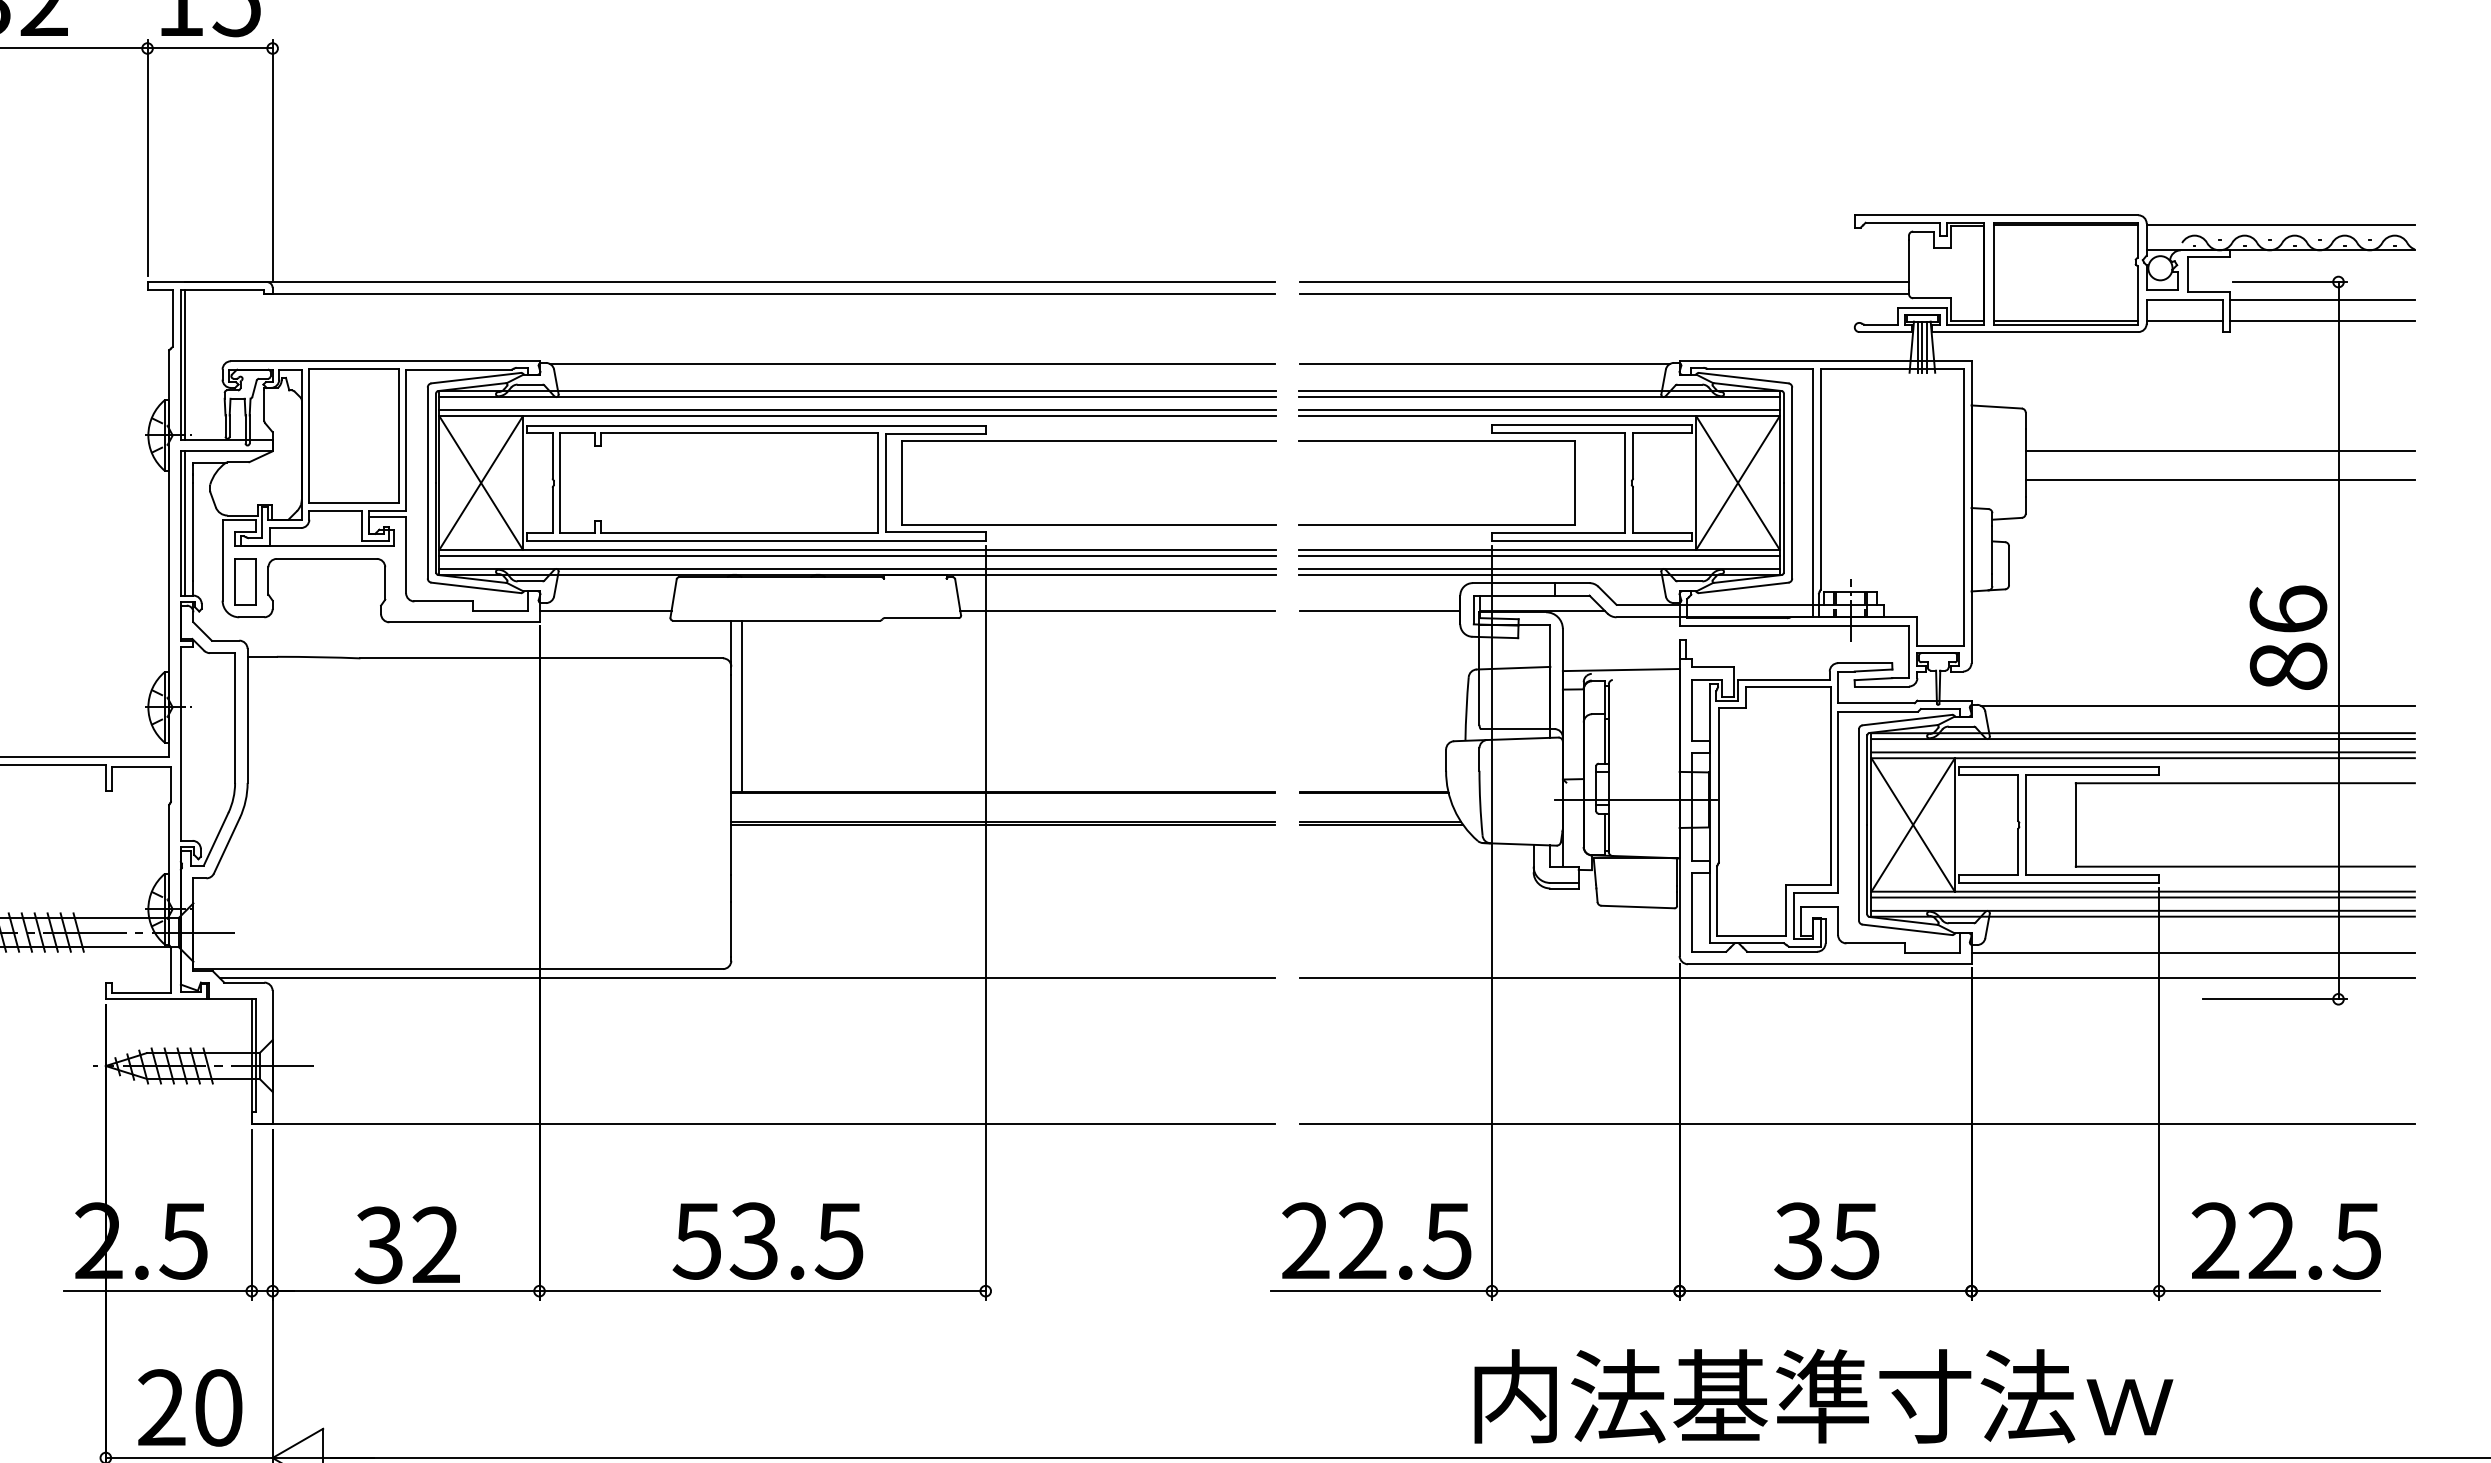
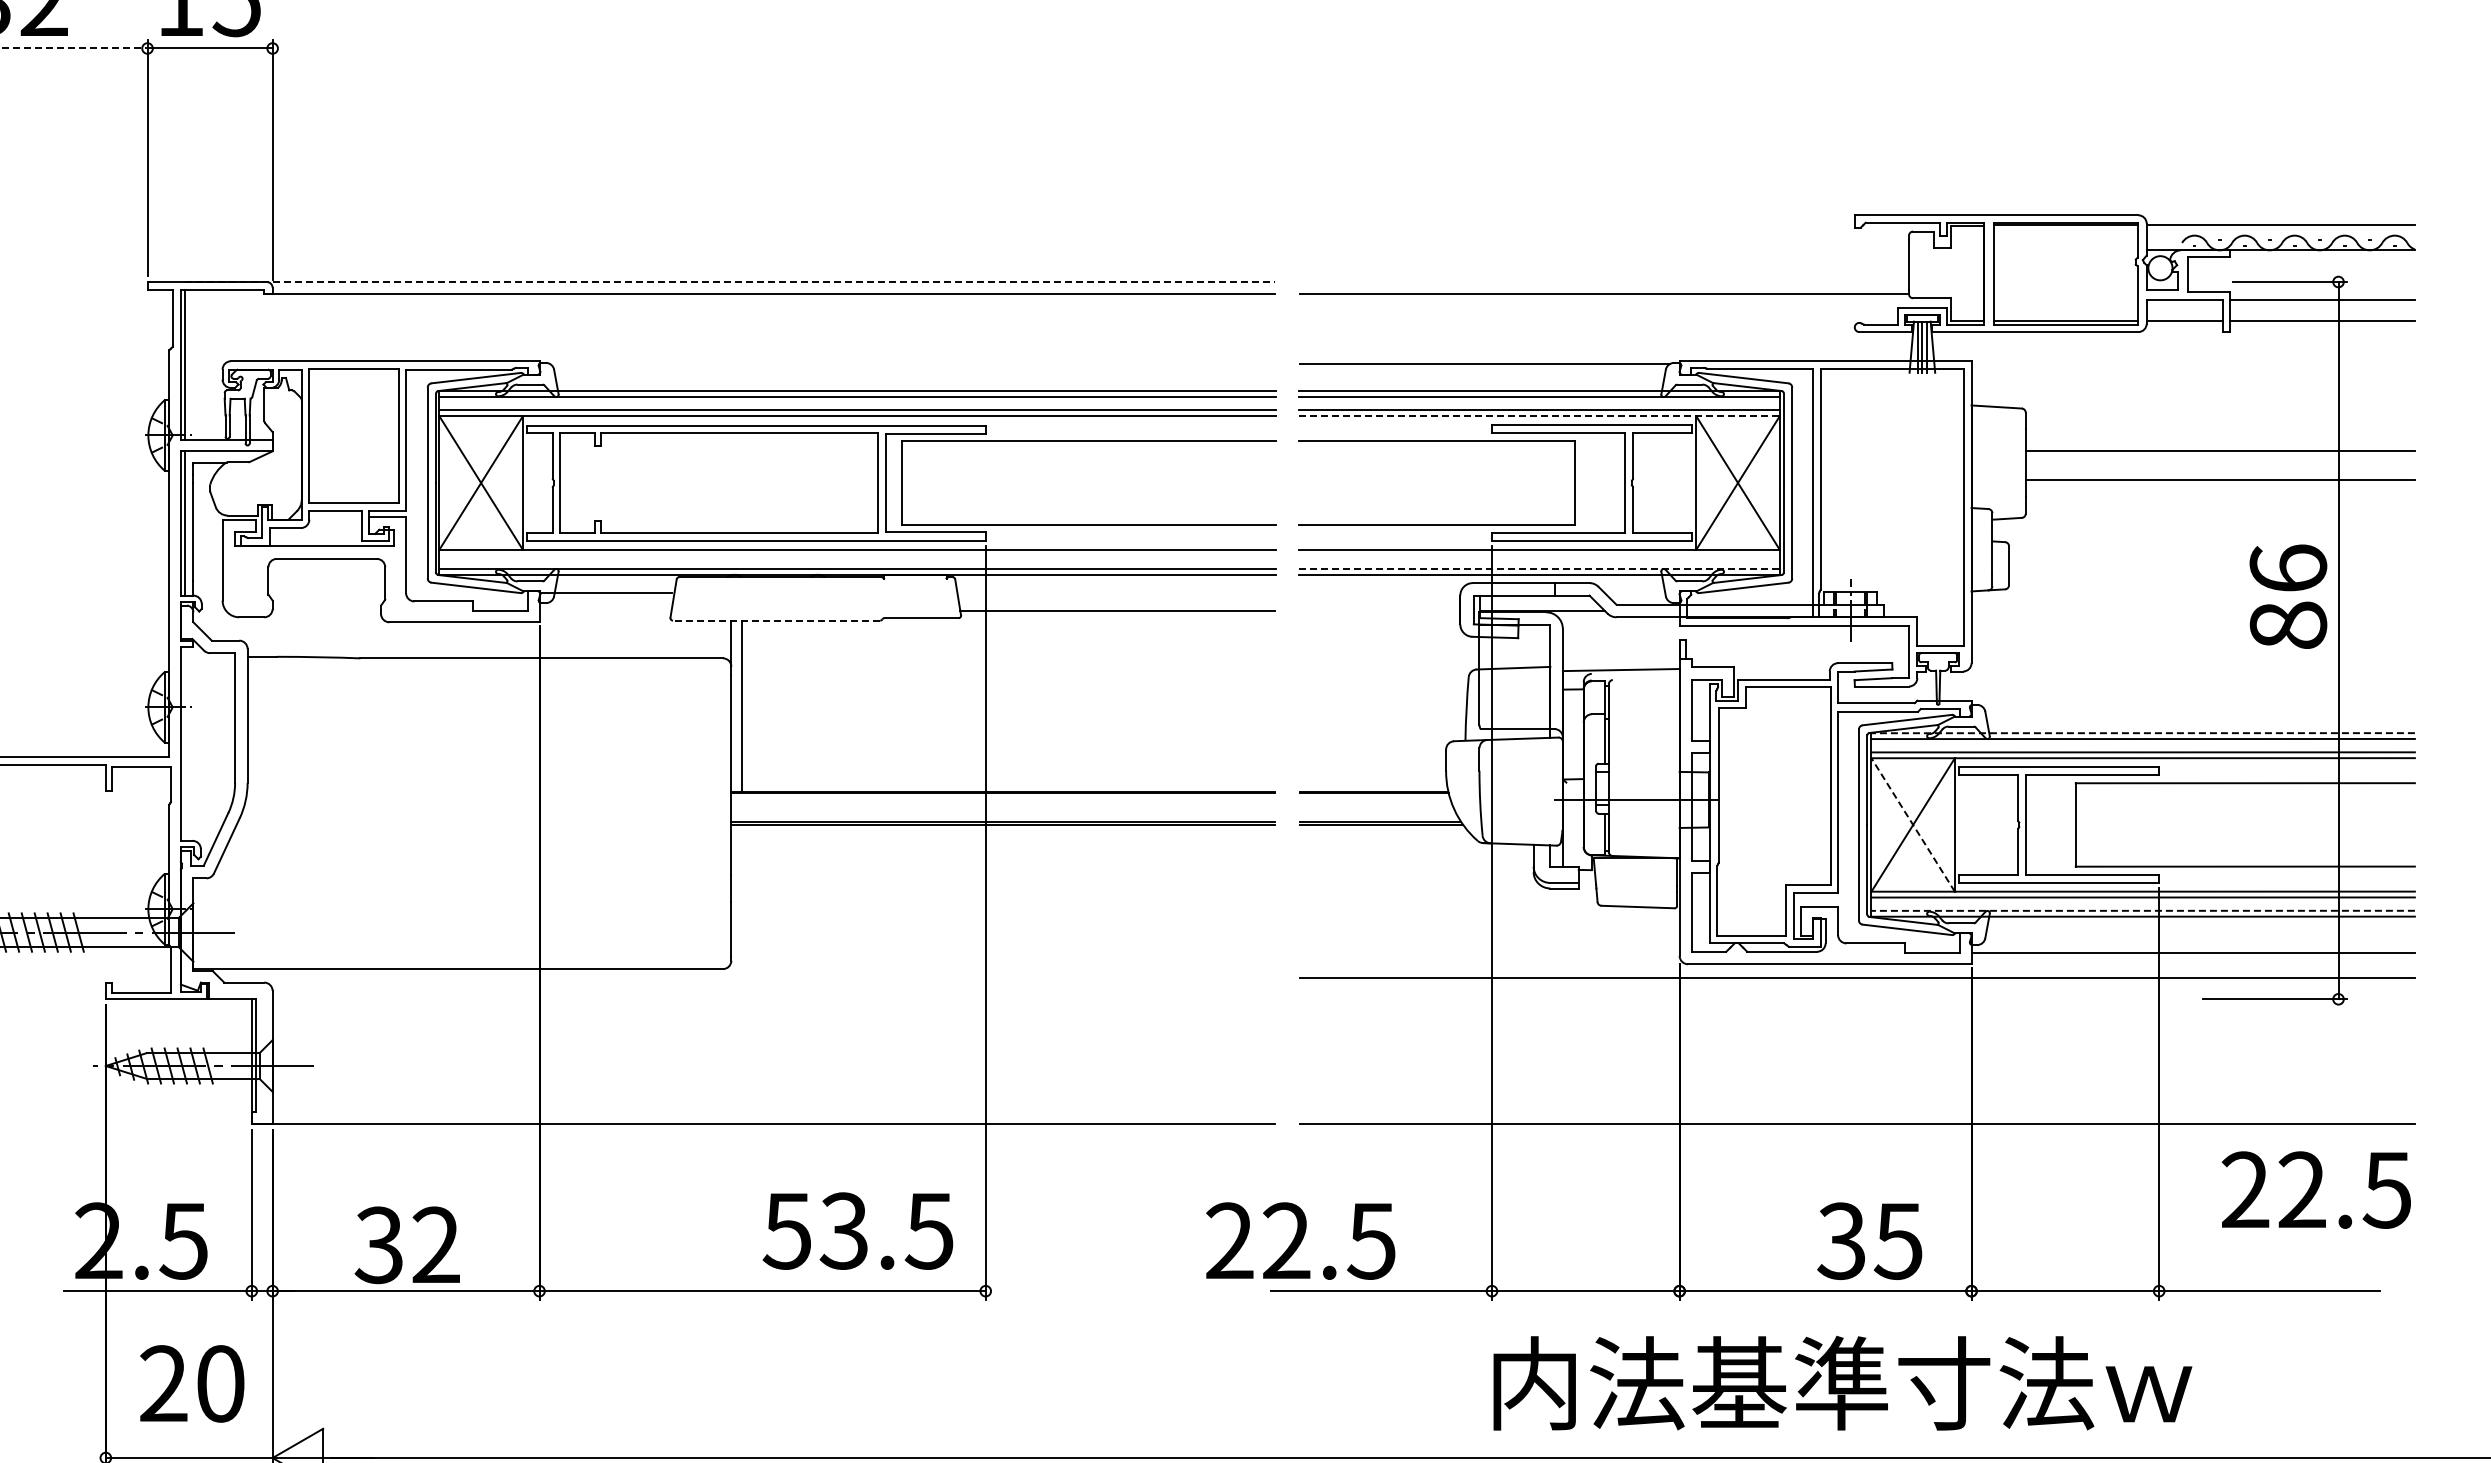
line at (74, 48): solid -> dashed
line at (730, 282): solid -> dashed
line at (1604, 282): present -> none
line at (912, 363): present -> none
line at (1539, 416): solid -> dashed
line at (857, 555): present -> none
line at (1538, 555): present -> none
line at (1539, 568): solid -> dashed
part at (245, 581): present -> none
line at (605, 610) position: (605, 610) -> (605, 592)
line at (1380, 610): present -> none
line at (776, 620): solid -> dashed
text at (2288, 637) position: (2288, 637) -> (2288, 596)
line at (2197, 705): present -> none
line at (2143, 733): solid -> dashed
line at (1913, 824): solid -> dashed
line at (2143, 910): solid -> dashed
line at (747, 978): present -> none
text at (767, 1240) position: (767, 1240) -> (857, 1230)
text at (1376, 1240) position: (1376, 1240) -> (1300, 1240)
text at (1826, 1240) position: (1826, 1240) -> (1869, 1240)
text at (2285, 1240) position: (2285, 1240) -> (2315, 1189)
text at (1823, 1395) position: (1823, 1395) -> (1842, 1382)
text at (190, 1407) position: (190, 1407) -> (192, 1383)
